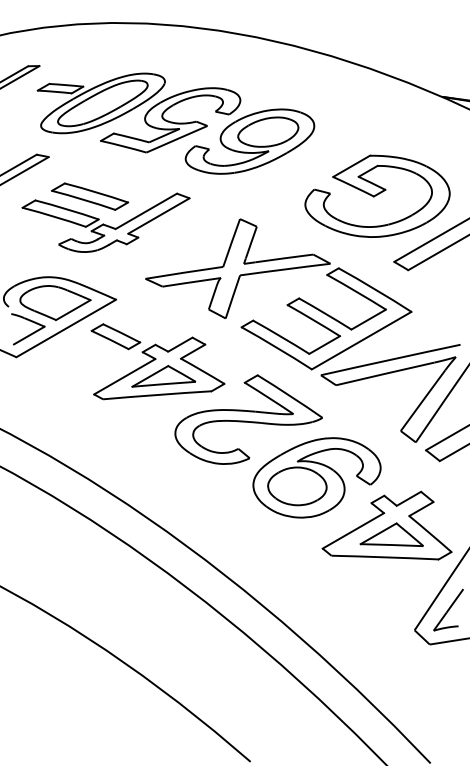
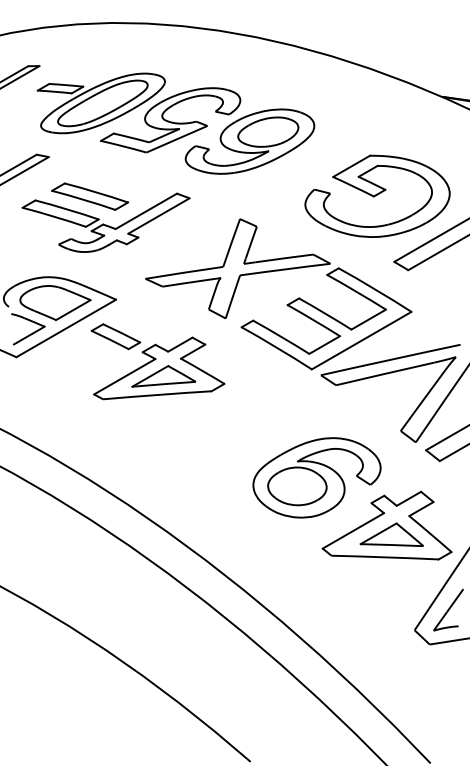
part at (248, 419): present -> none
